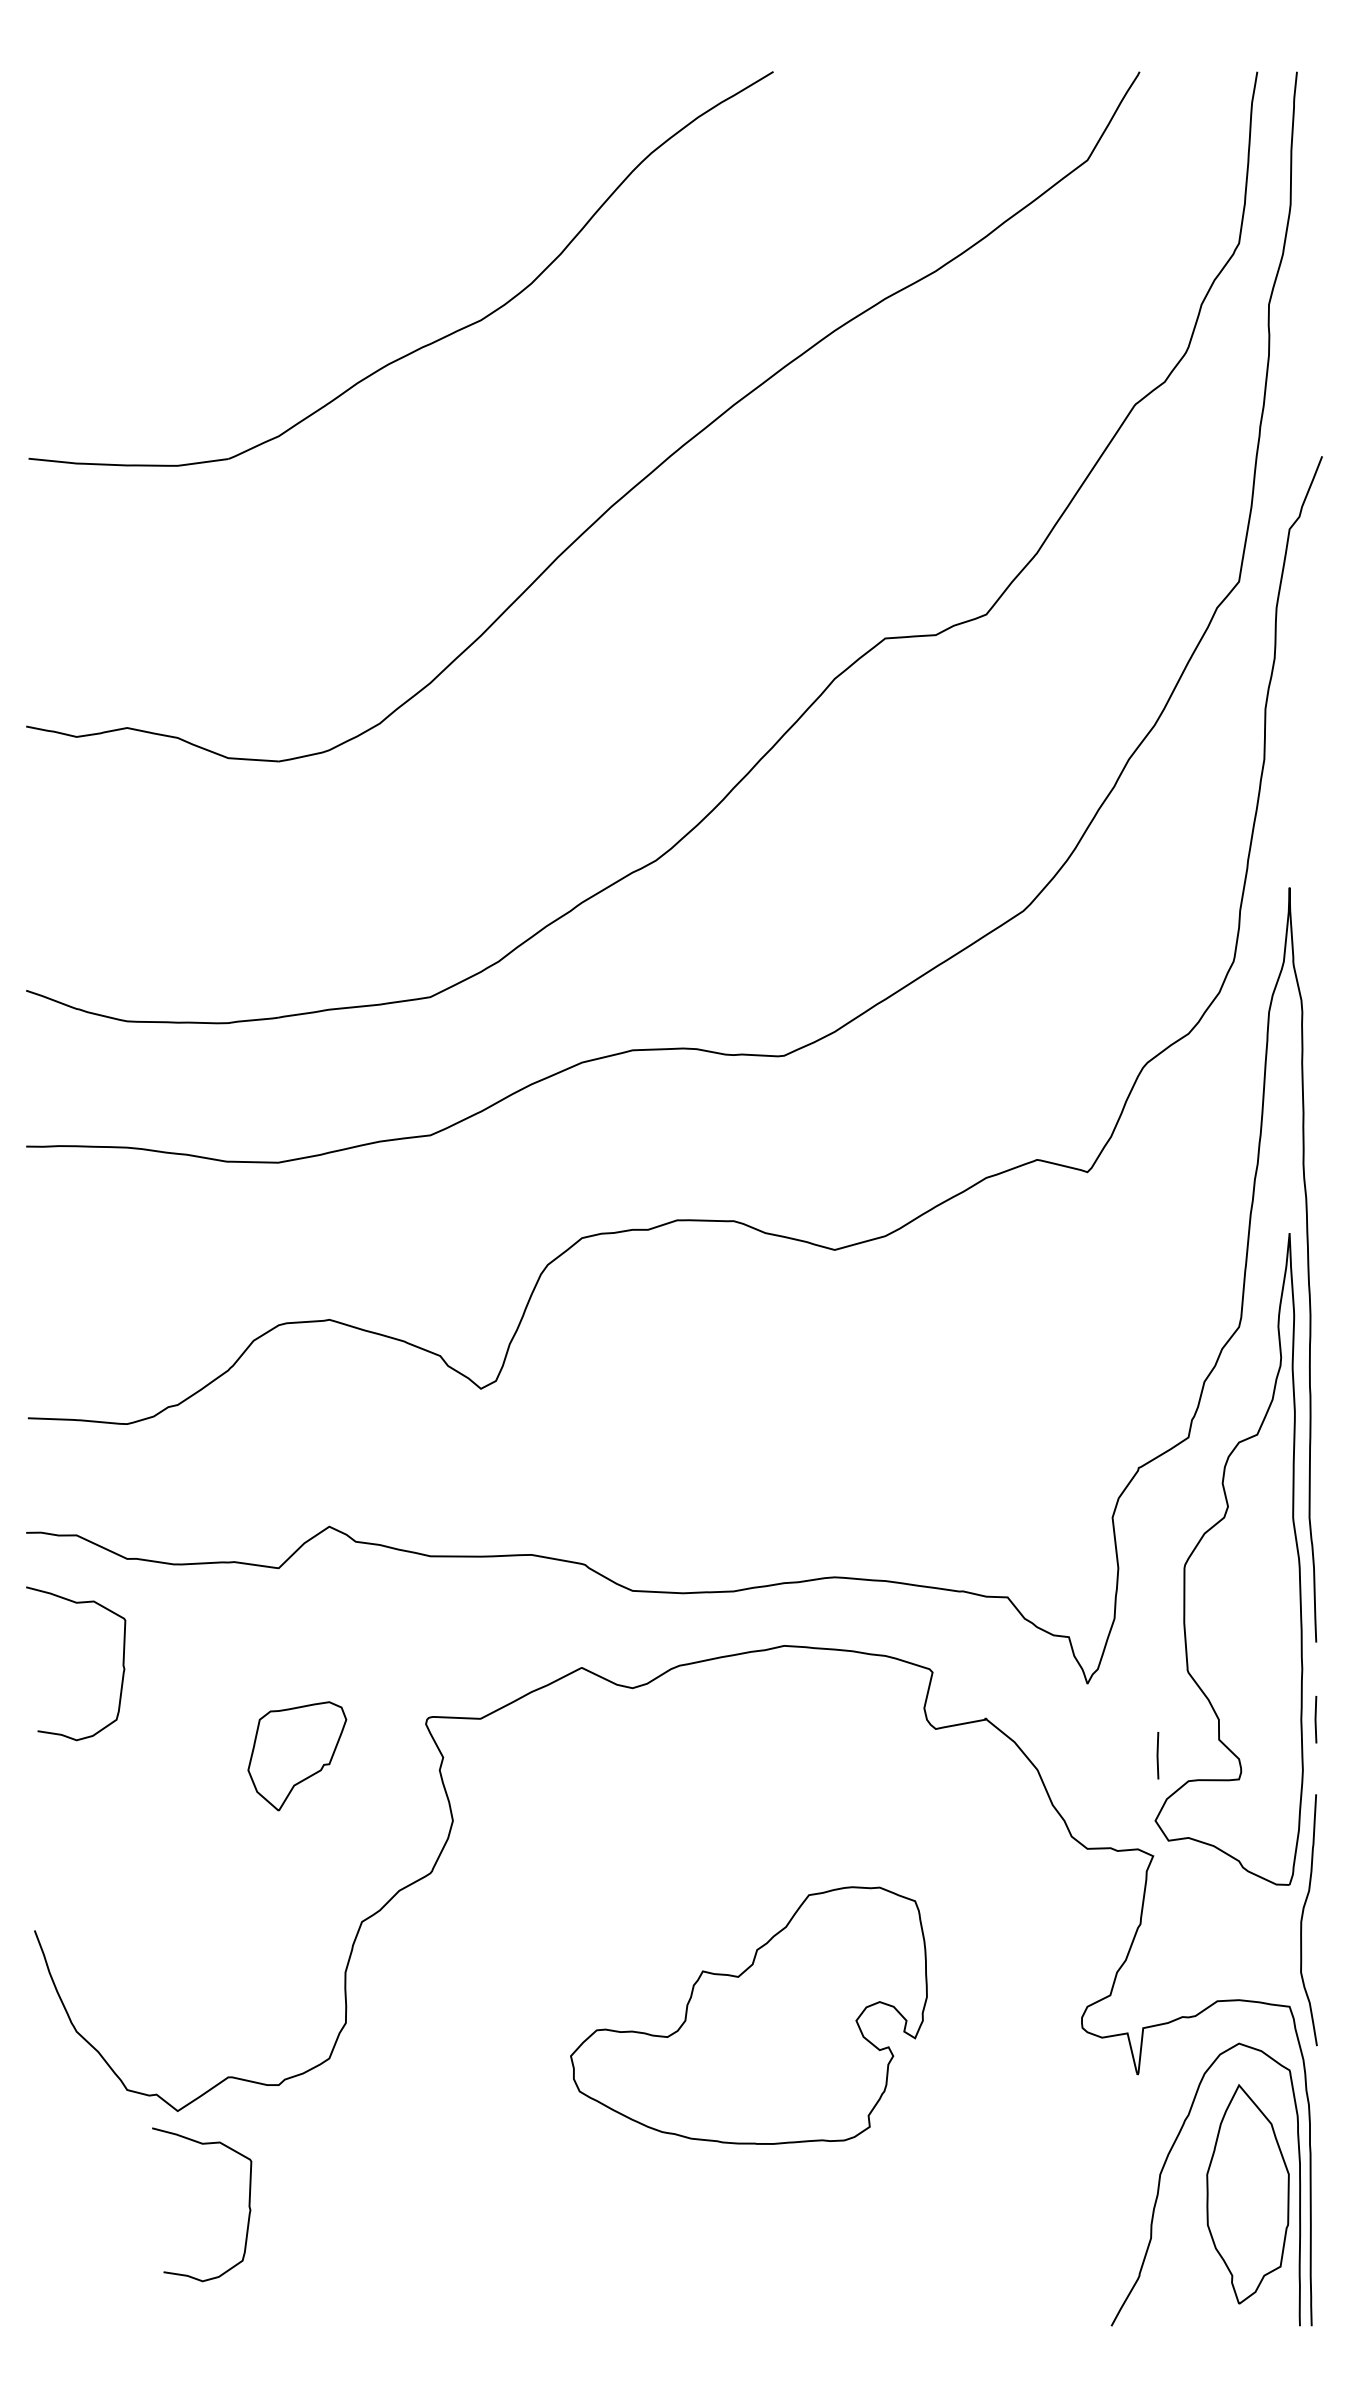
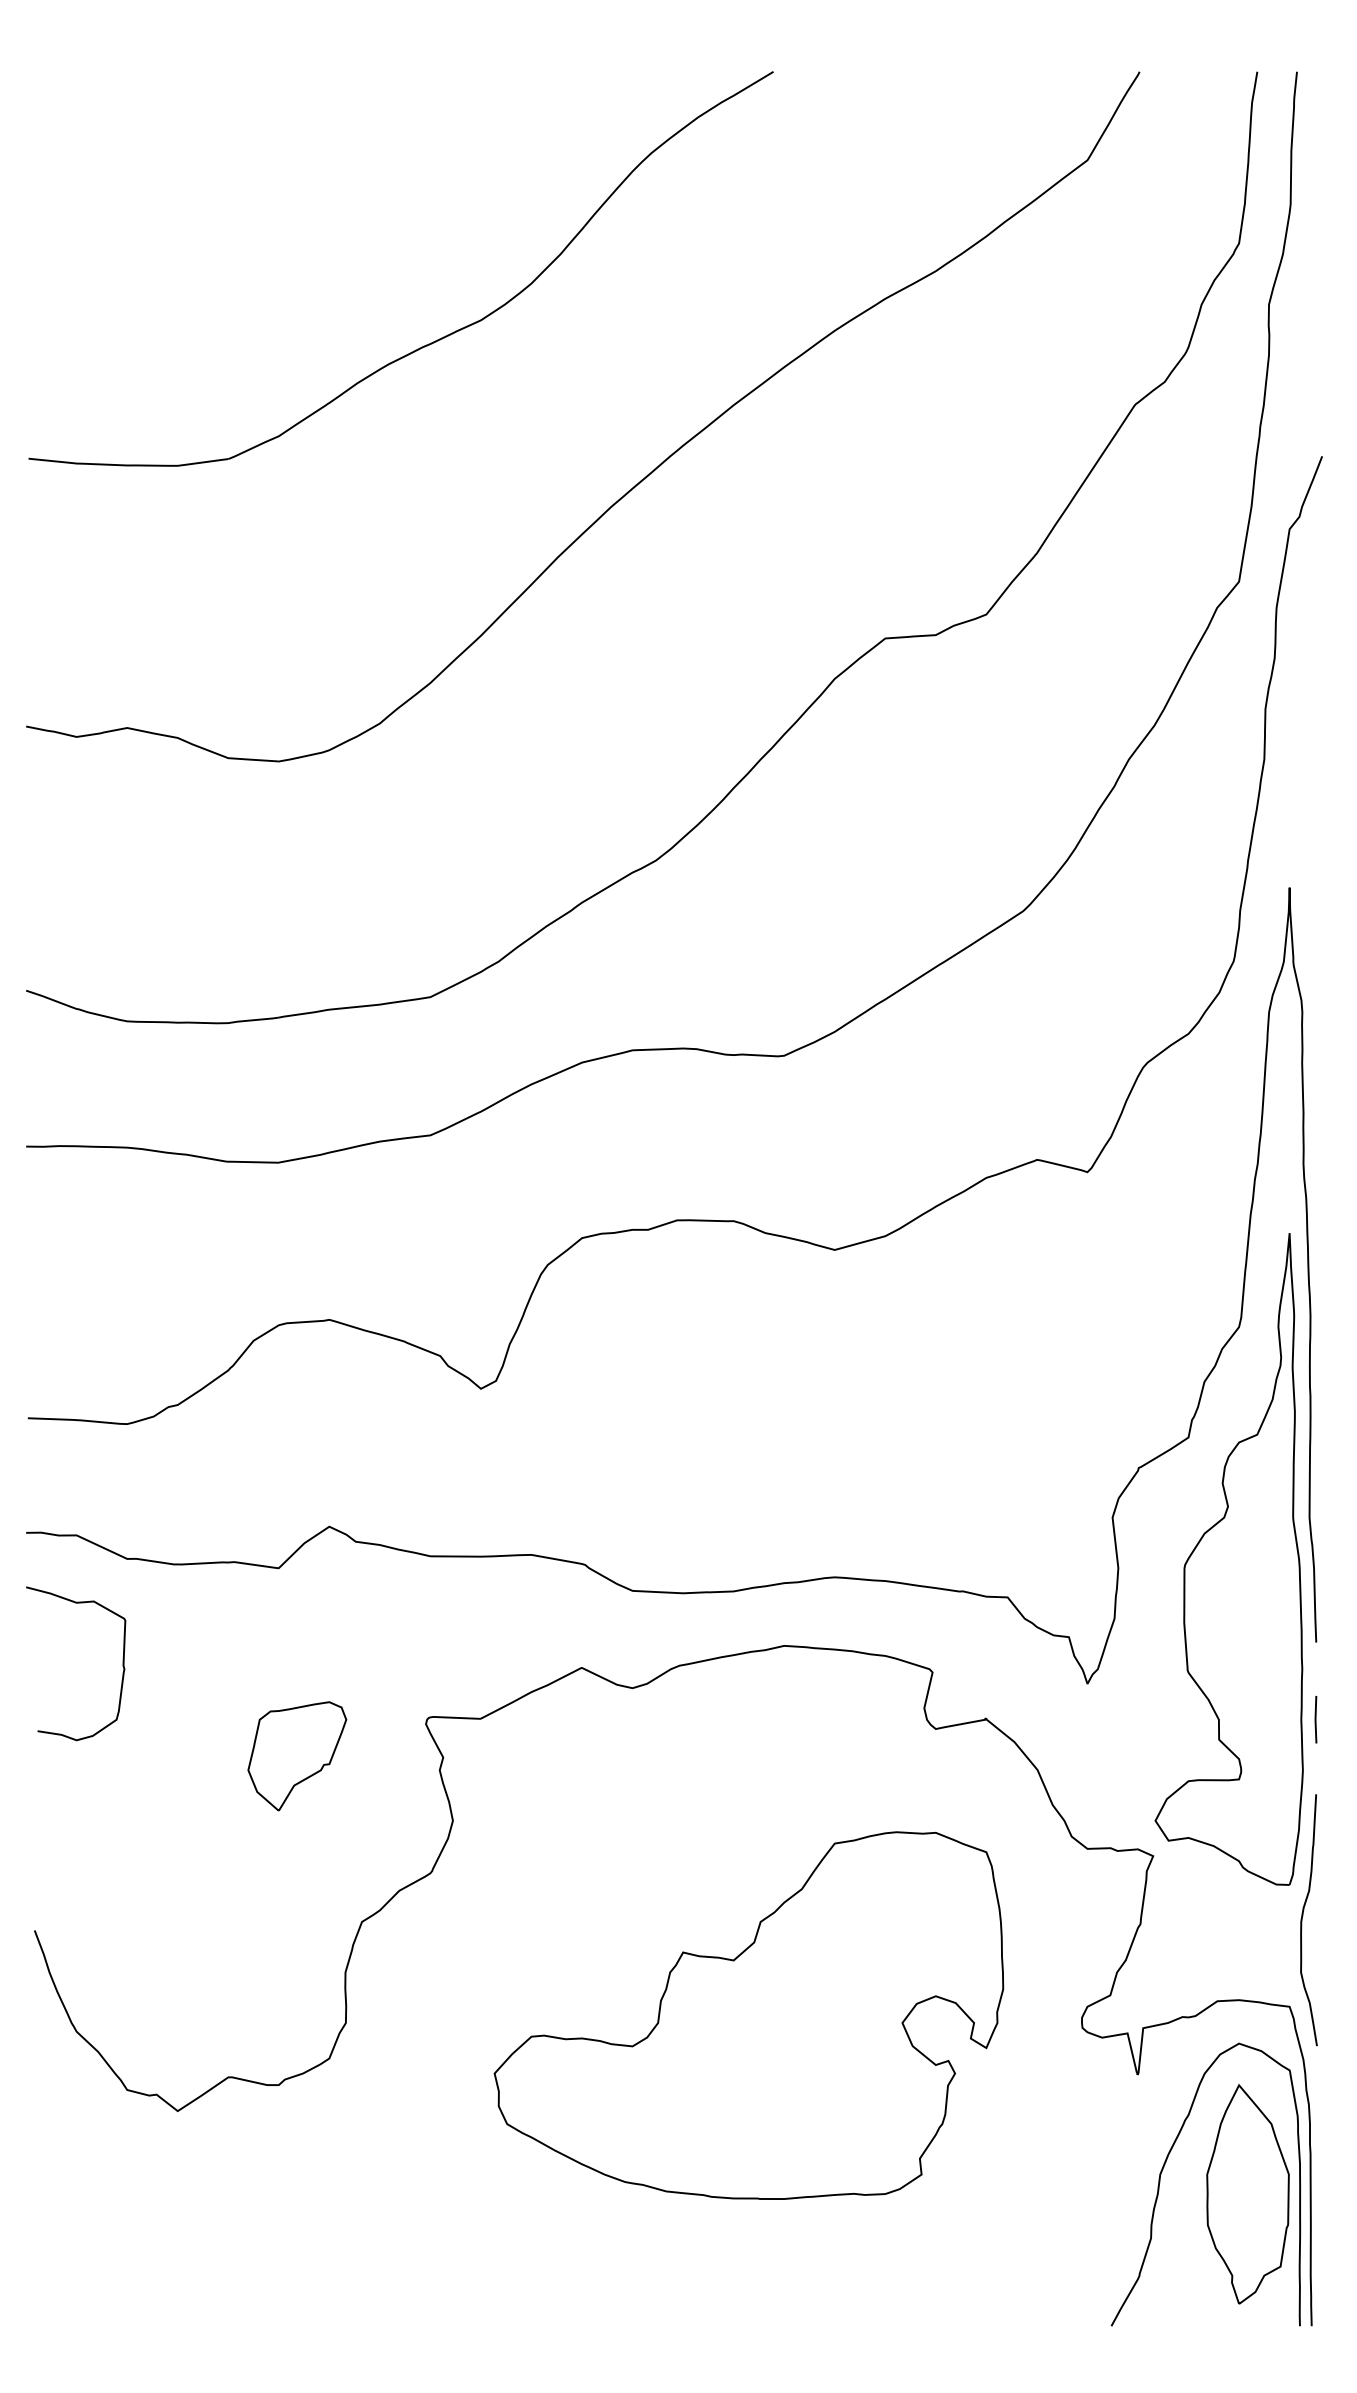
line at (1157, 1755): present -> none
part at (748, 2015) size: 358x259 px -> 512x369 px
curve at (248, 2204): present -> none
